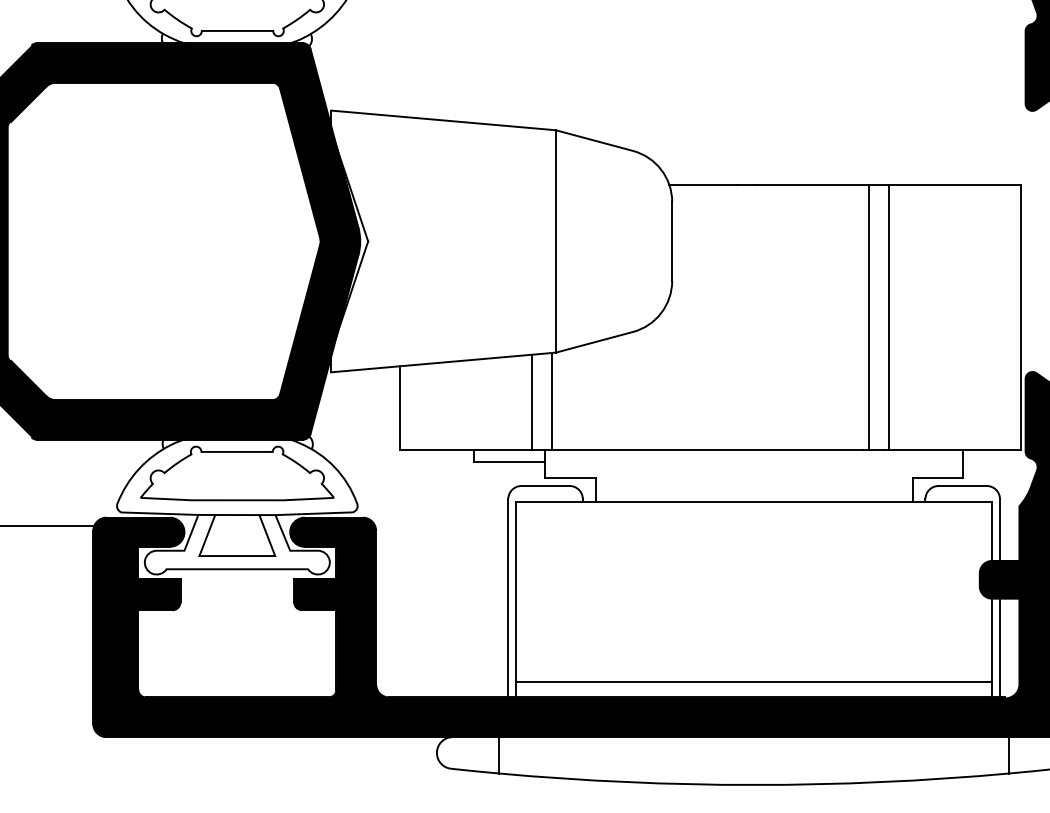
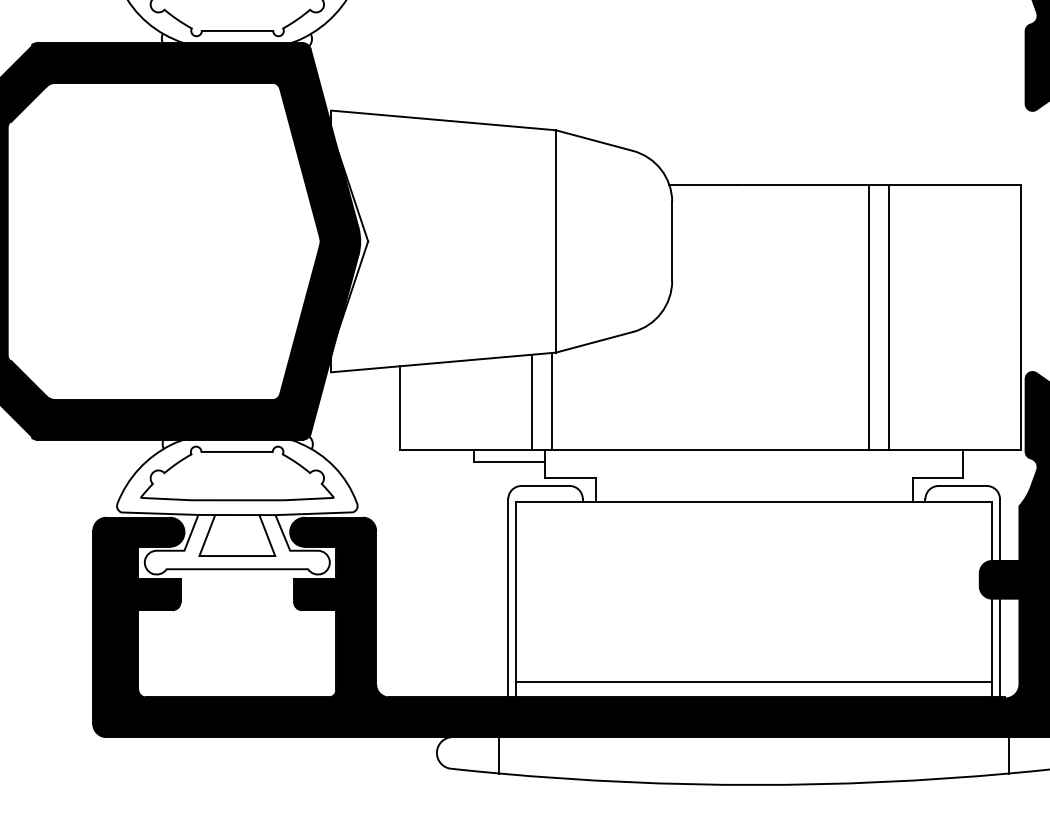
line at (48, 525): present -> none
